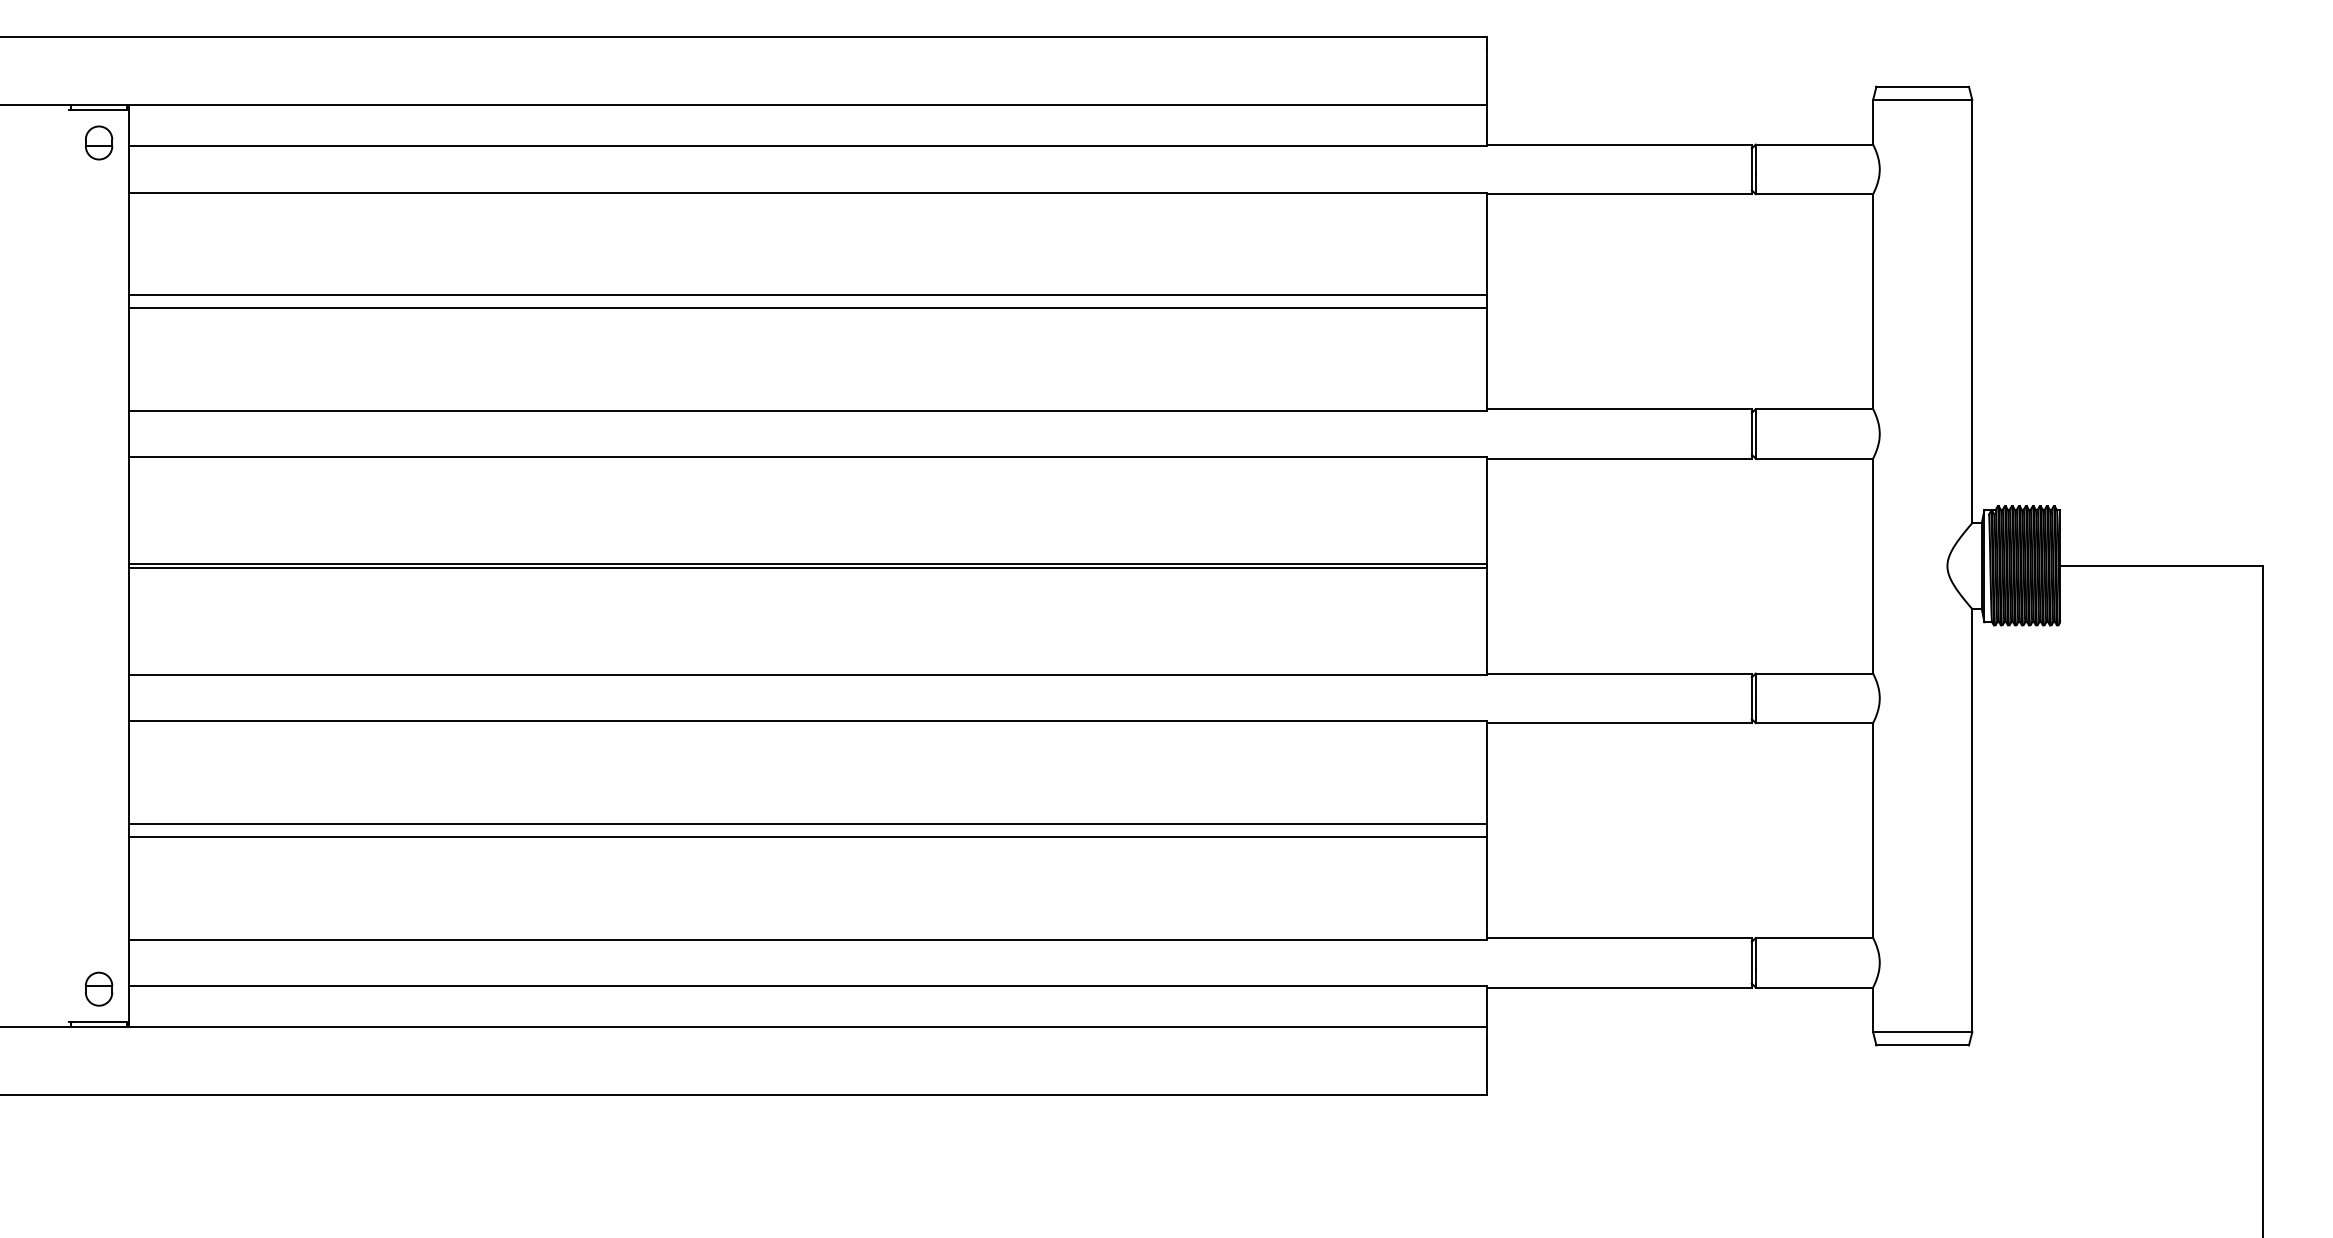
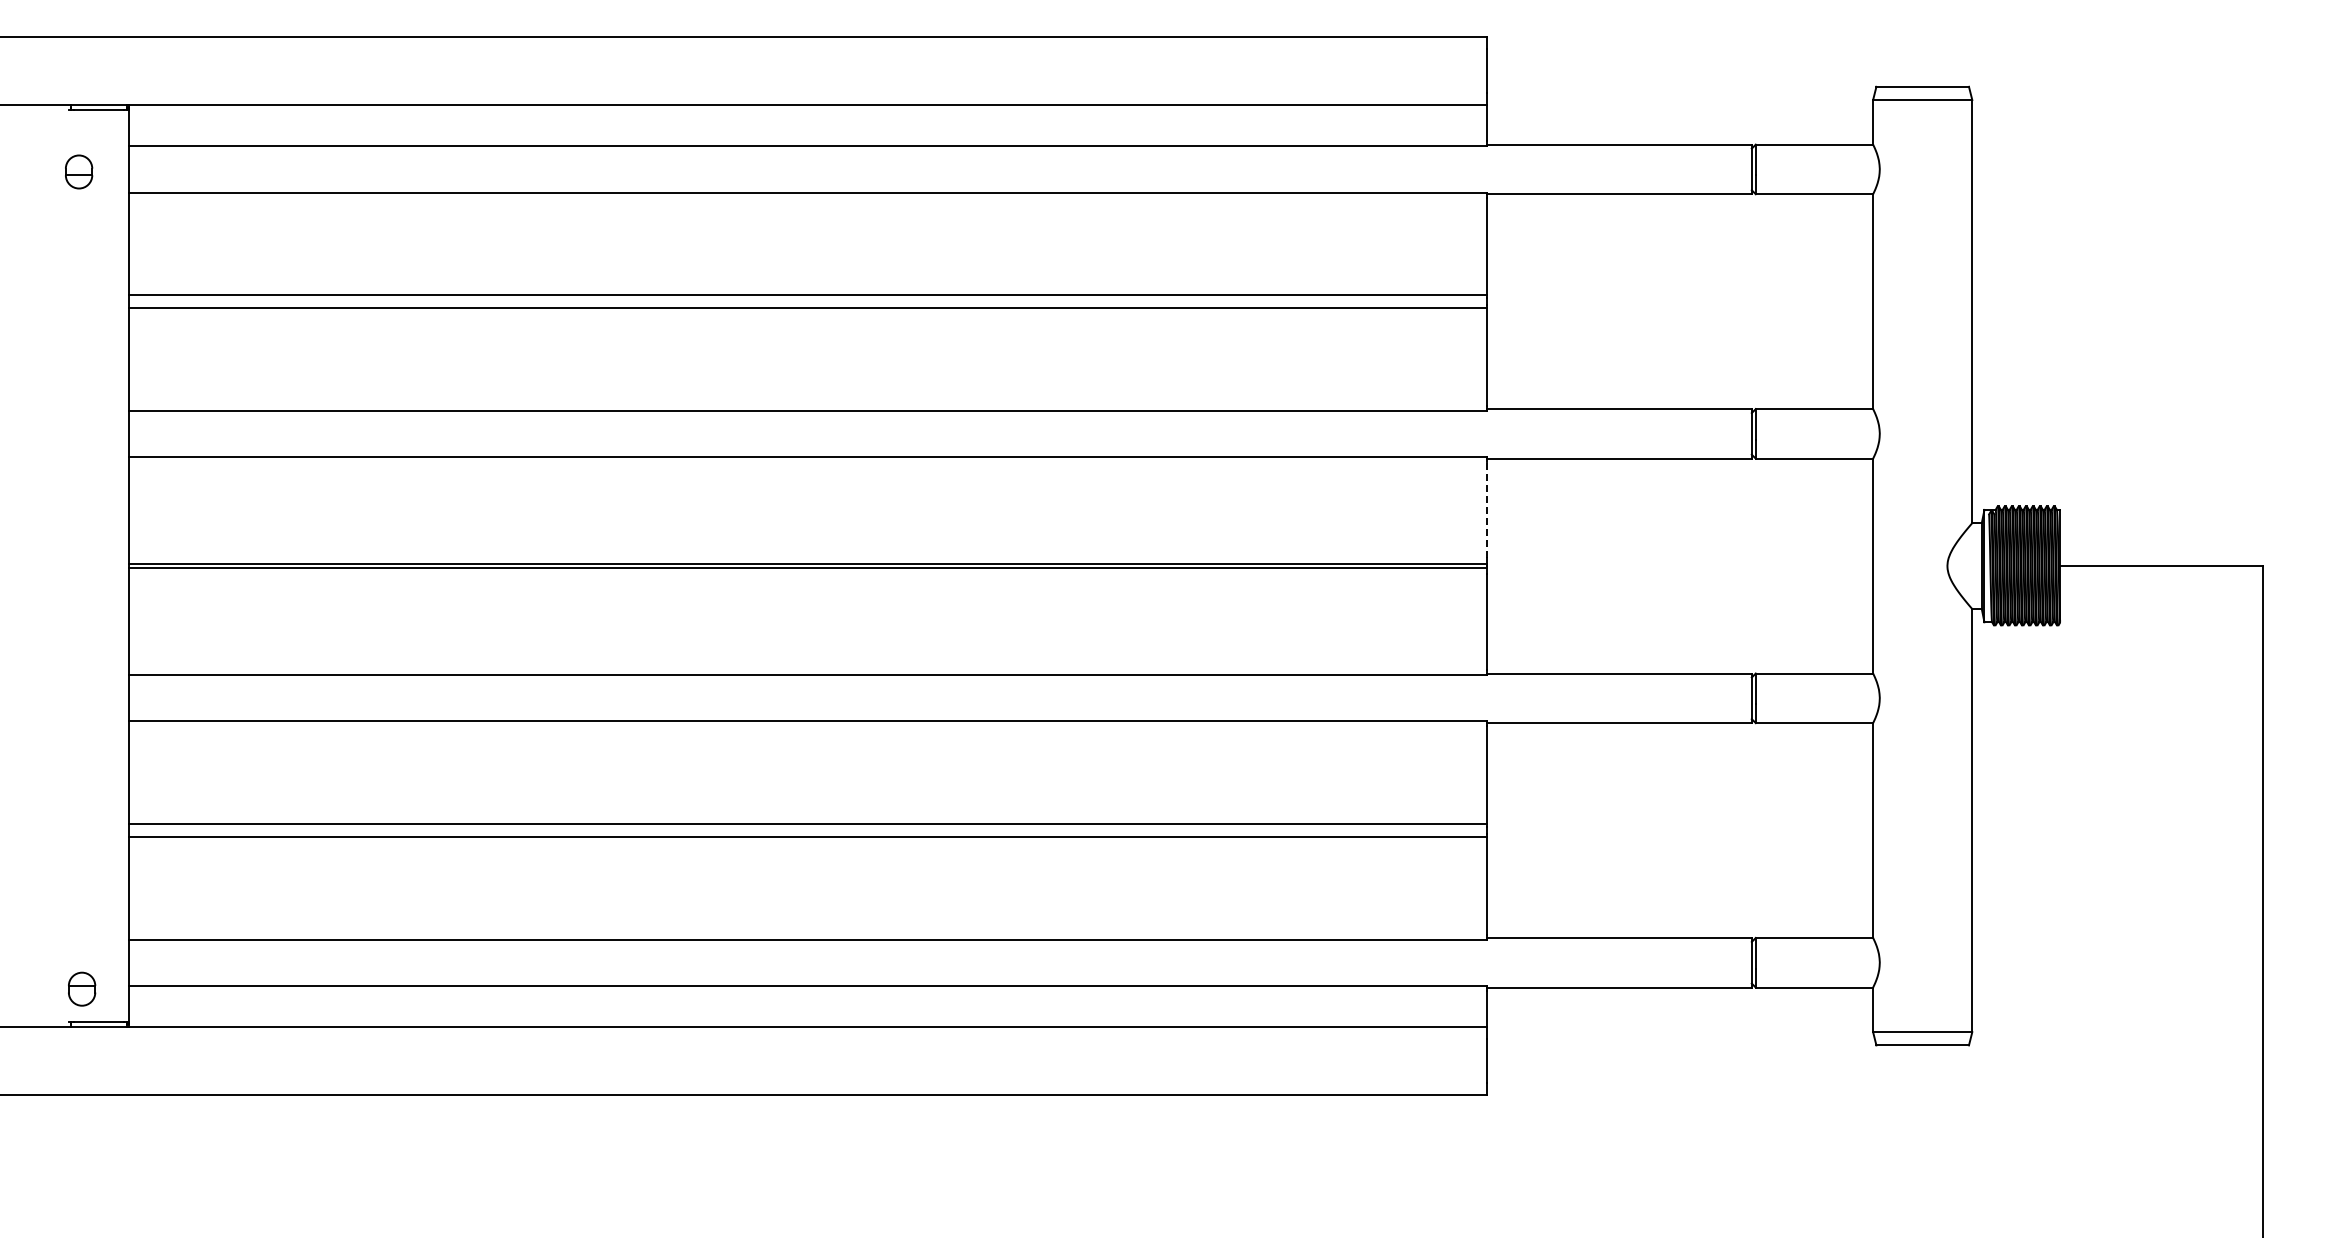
part at (99, 142) position: (99, 142) -> (79, 171)
line at (1487, 509): solid -> dashed
part at (99, 988) position: (99, 988) -> (82, 988)
